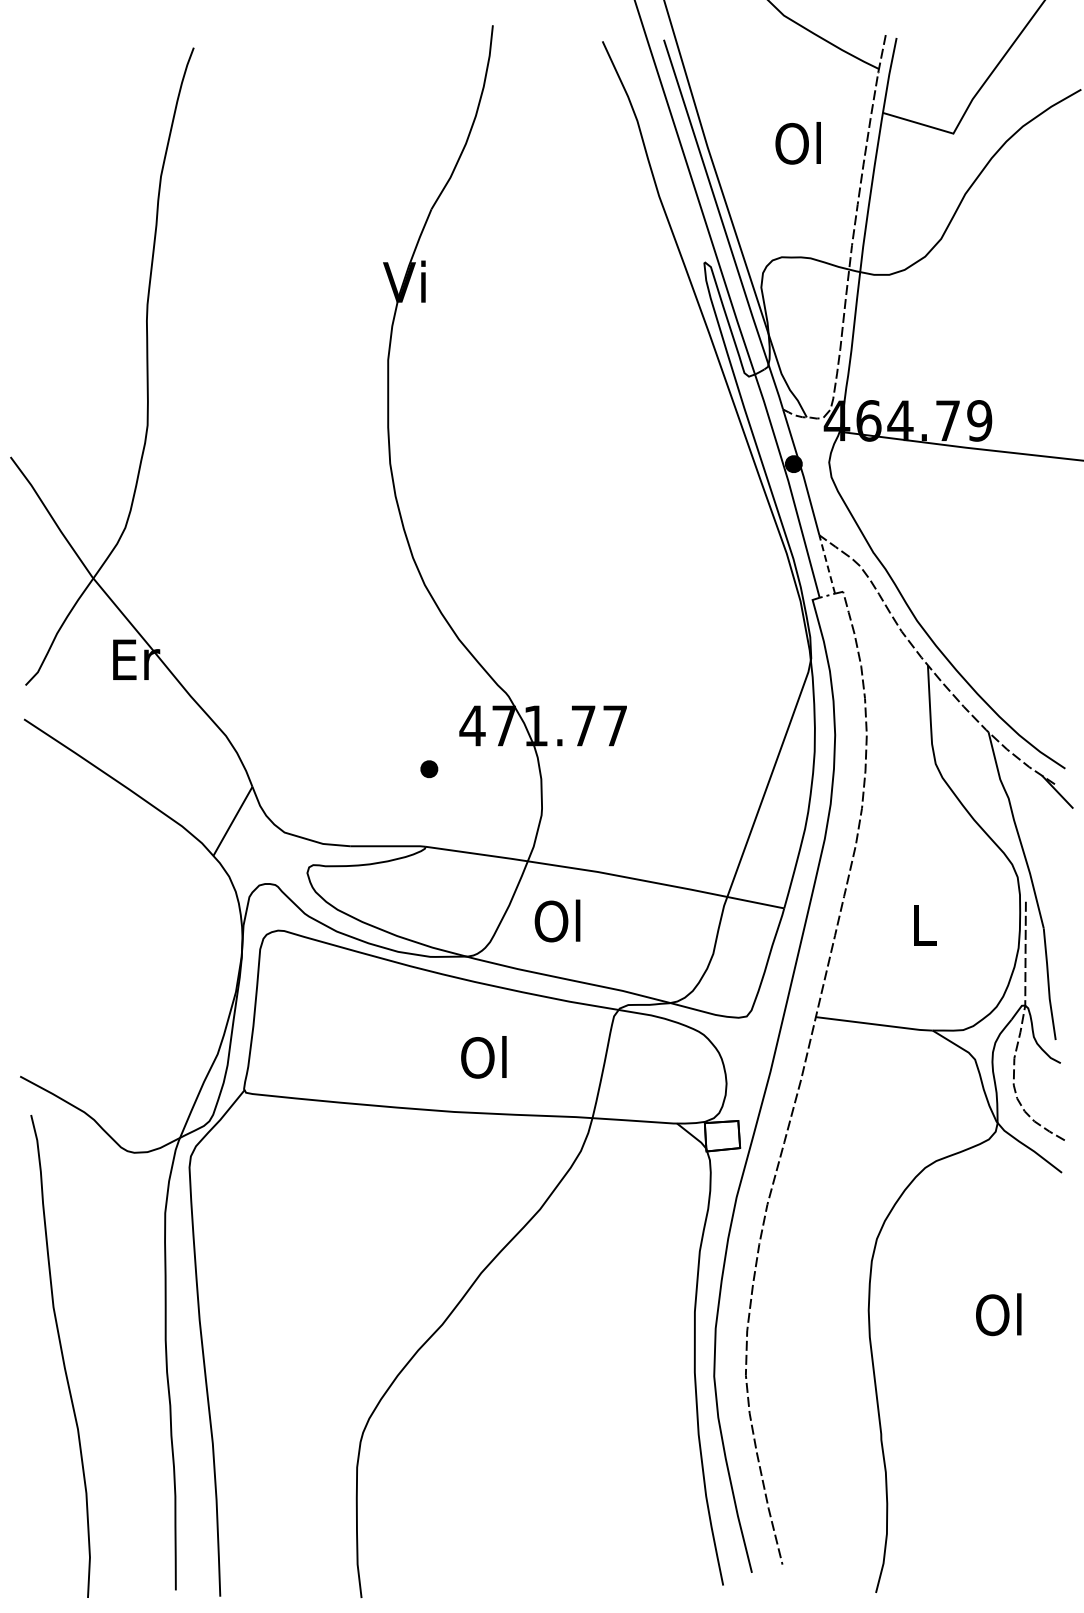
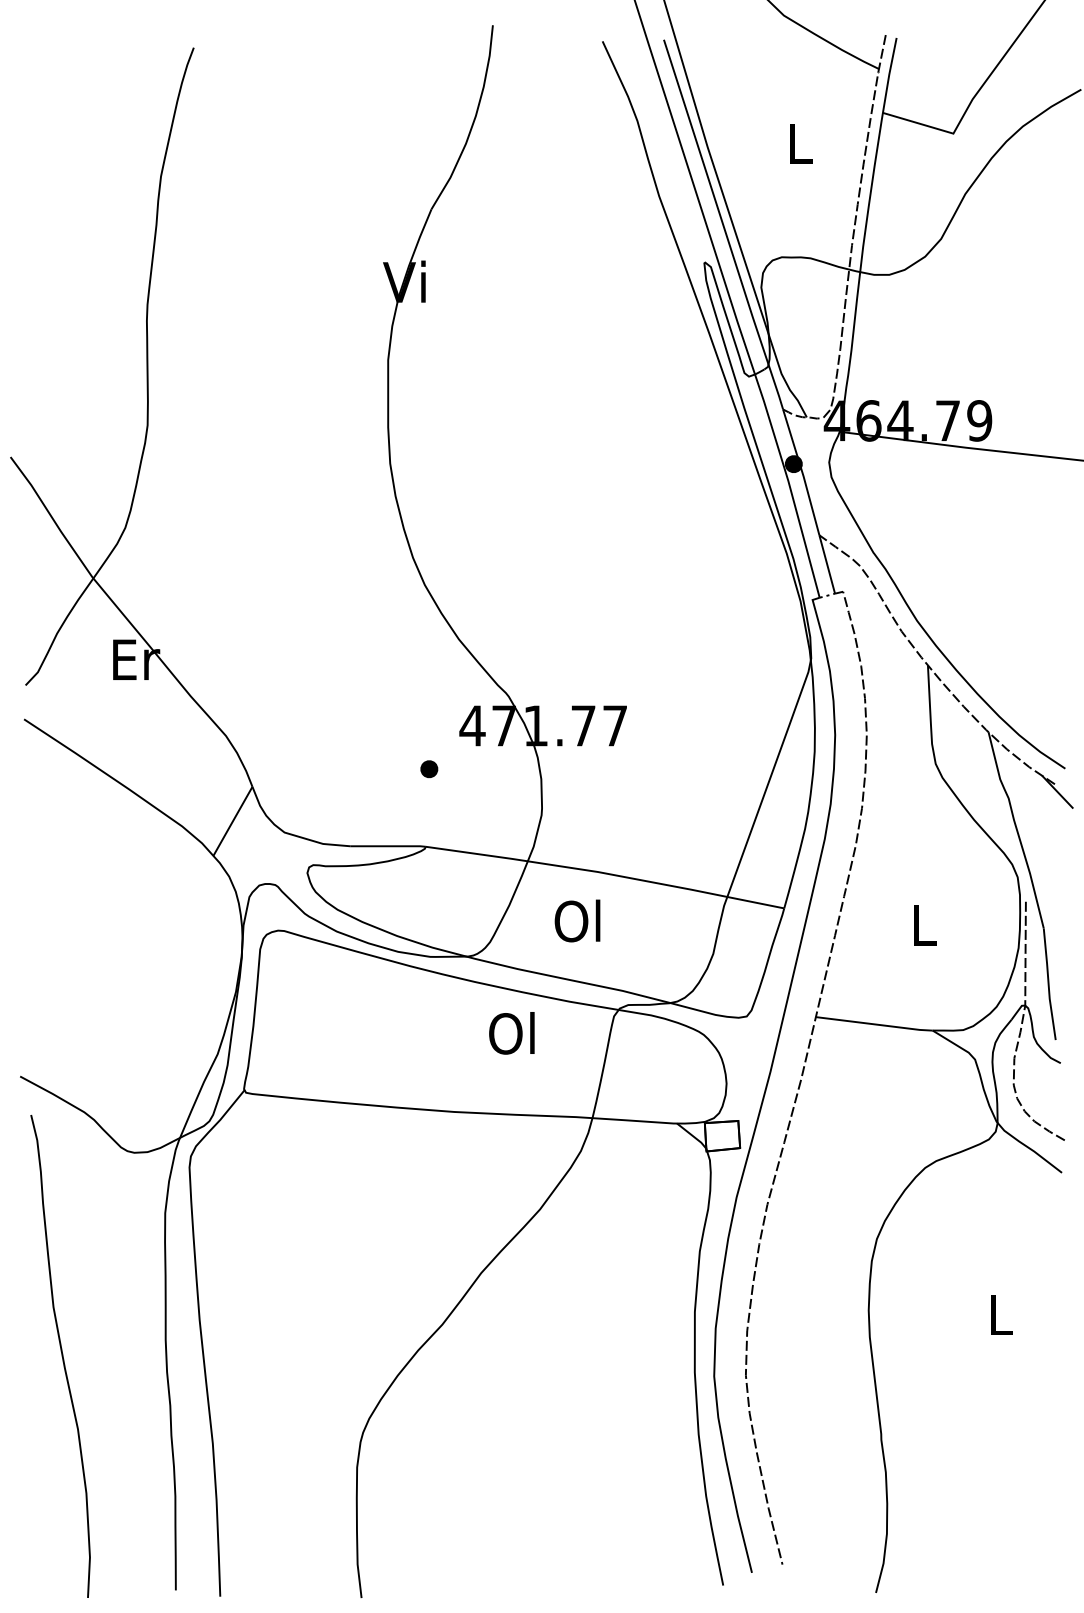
text at (797, 143): Ol -> L
line at (827, 563): dashed -> solid
text at (557, 920) position: (557, 920) -> (577, 920)
text at (483, 1057) position: (483, 1057) -> (511, 1033)
text at (998, 1314): Ol -> L
